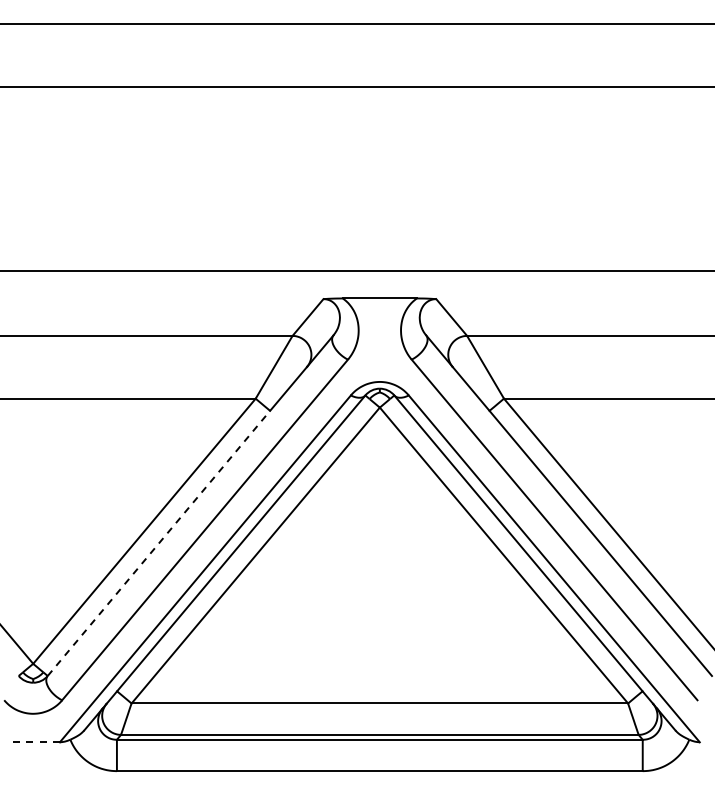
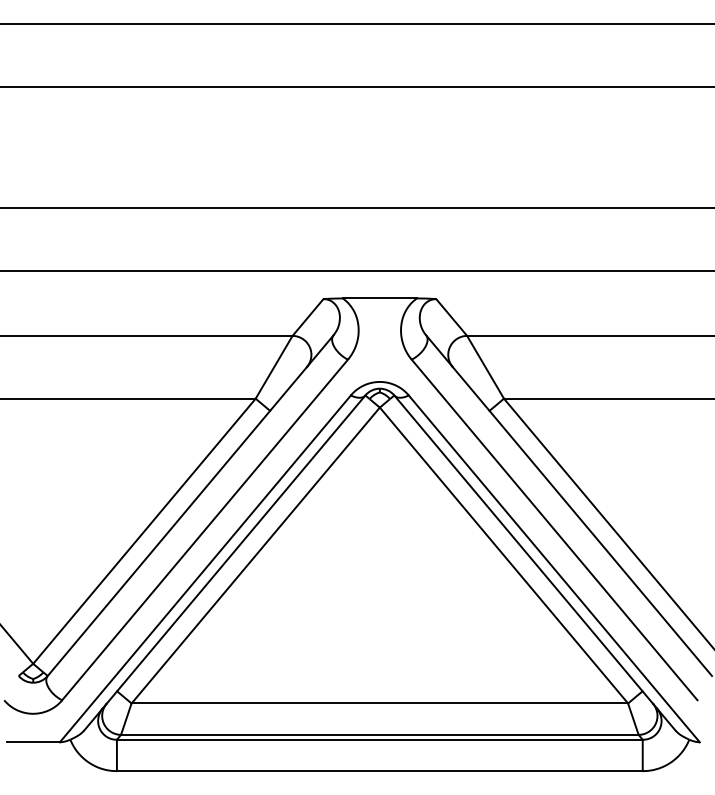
line at (356, 208): none -> present
line at (159, 543): dashed -> solid
line at (33, 742): dashed -> solid
